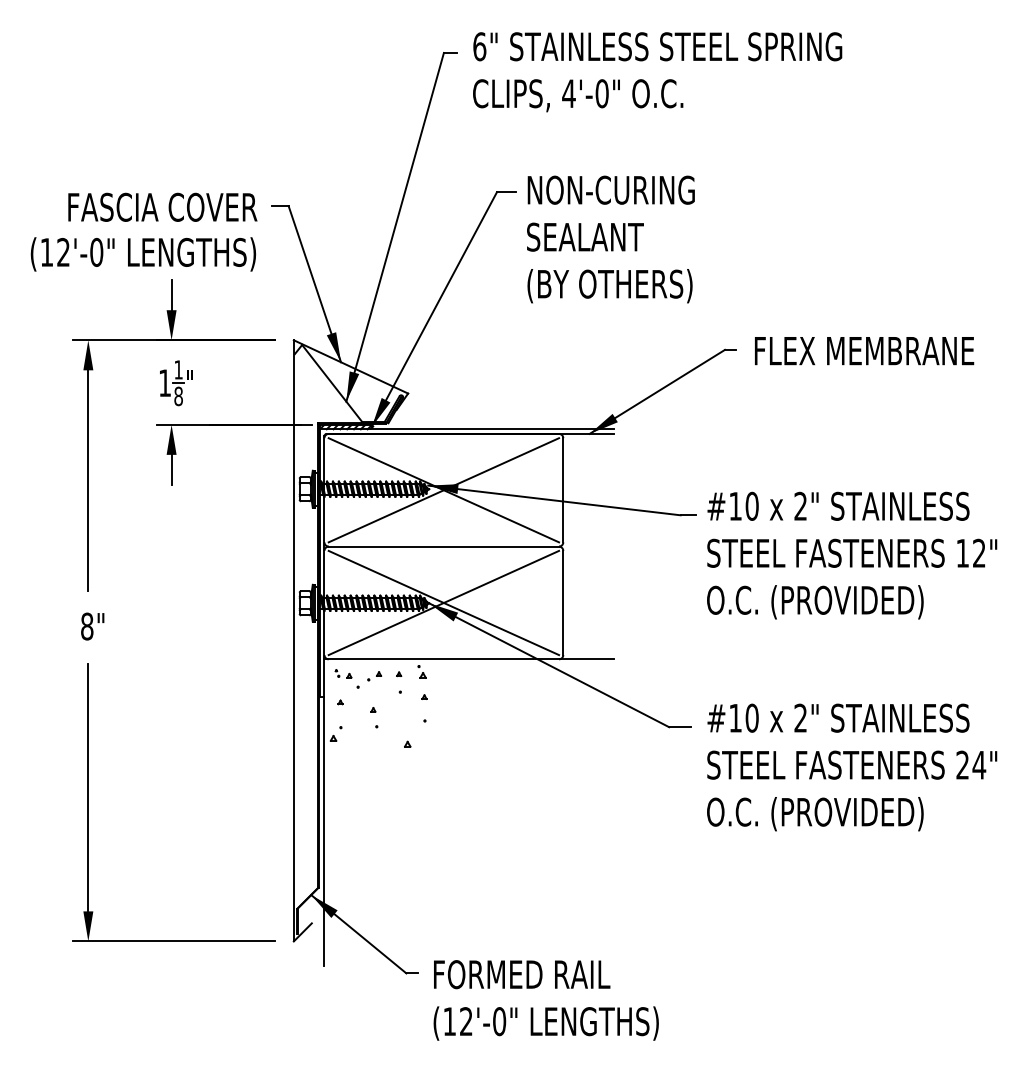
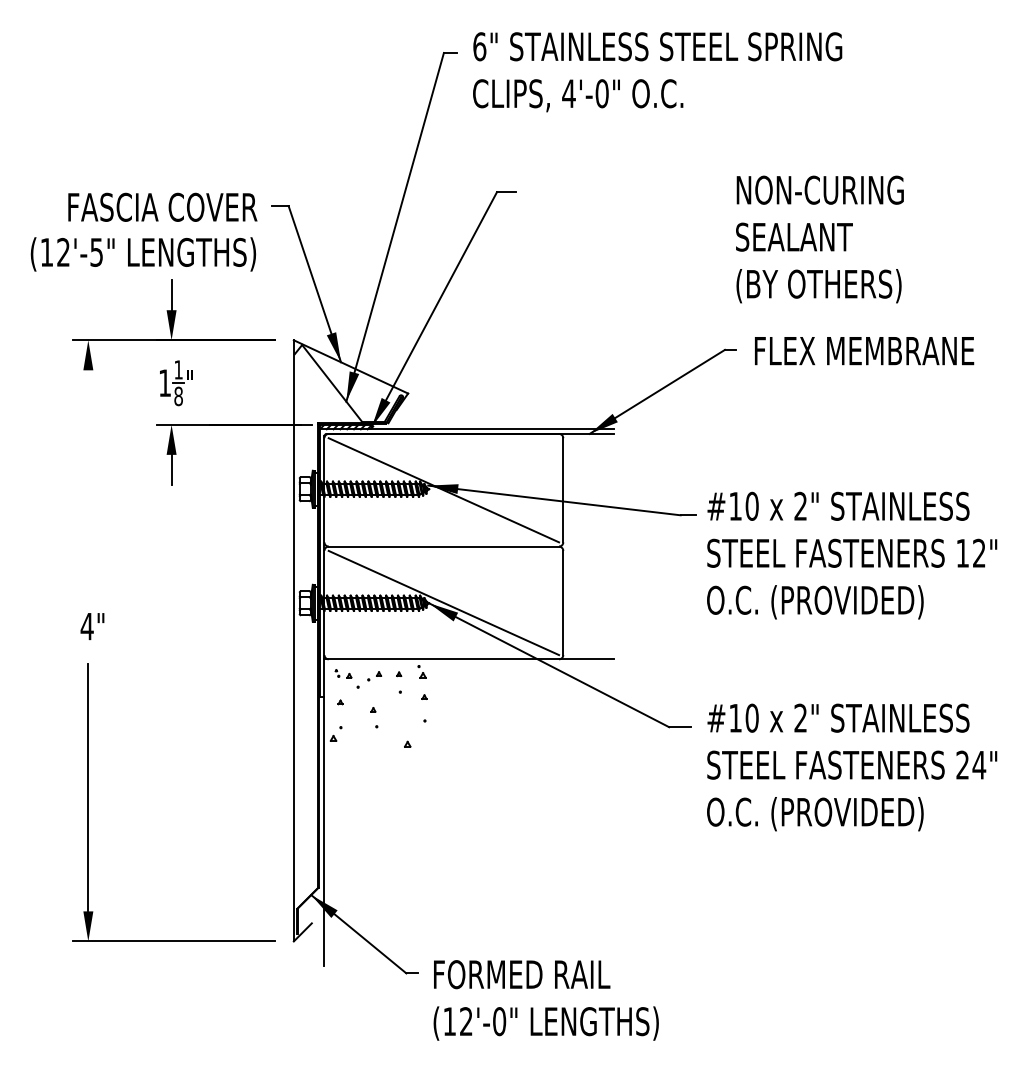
text at (610, 239) position: (610, 239) -> (819, 239)
text at (96, 251): (12'-0" -> (12'-5"
line at (88, 480): present -> none
line at (443, 490): present -> none
line at (443, 602): present -> none
text at (86, 626): 8" -> 4"
